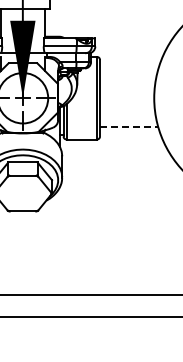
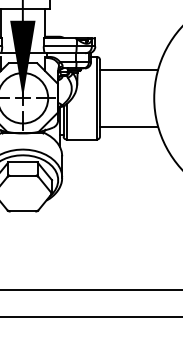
line at (129, 69): none -> present
line at (129, 126): dashed -> solid
line at (90, 294) position: (90, 294) -> (90, 289)
